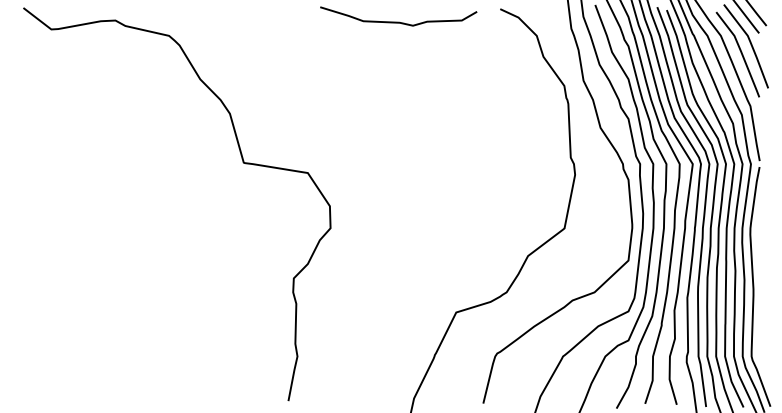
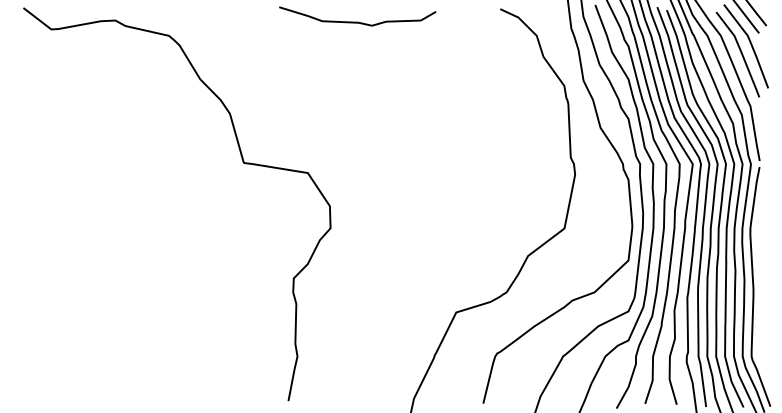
curve at (398, 21) position: (398, 21) -> (357, 21)
